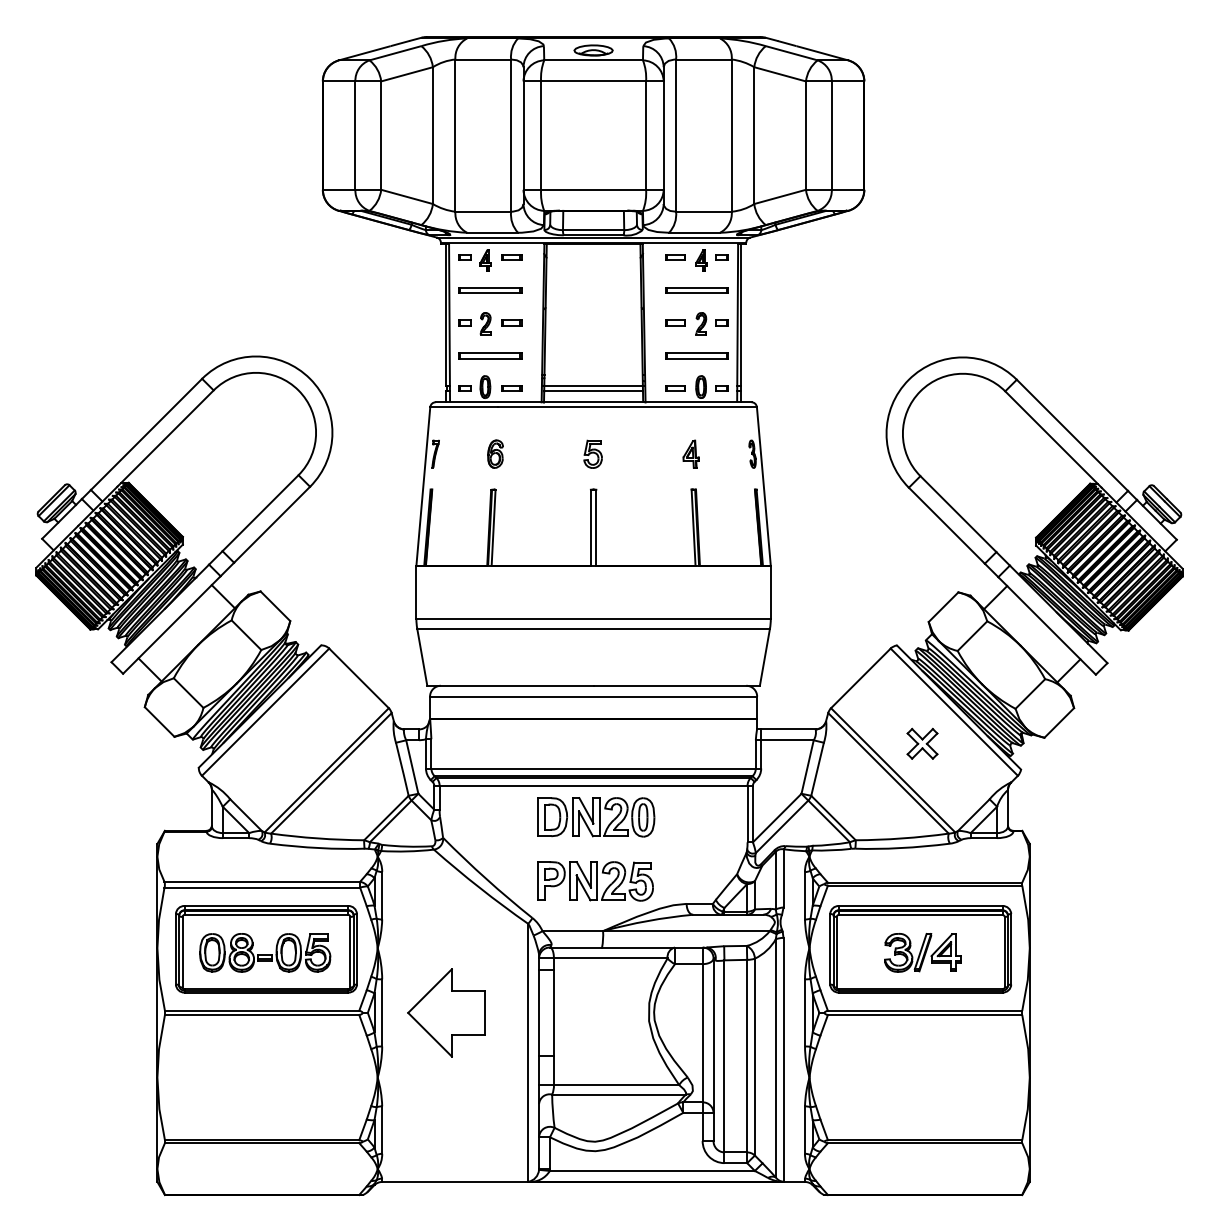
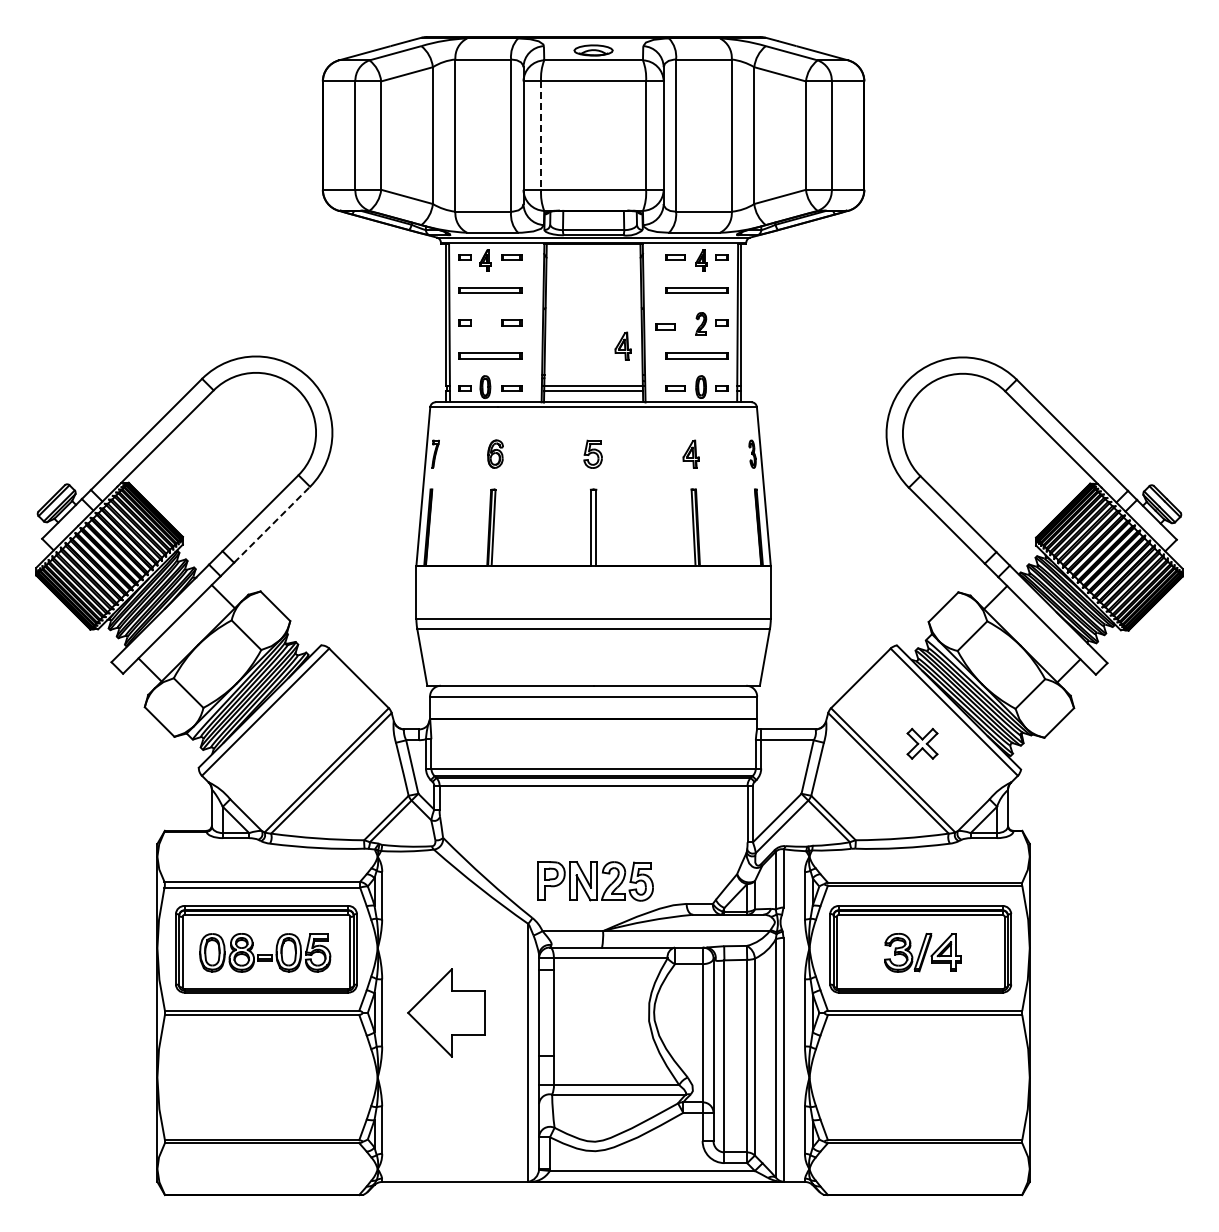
line at (541, 136): solid -> dashed
part at (675, 322) position: (675, 322) -> (665, 326)
part at (485, 323): present -> none
part at (622, 345): none -> present
line at (272, 524): solid -> dashed
part at (596, 817): present -> none
